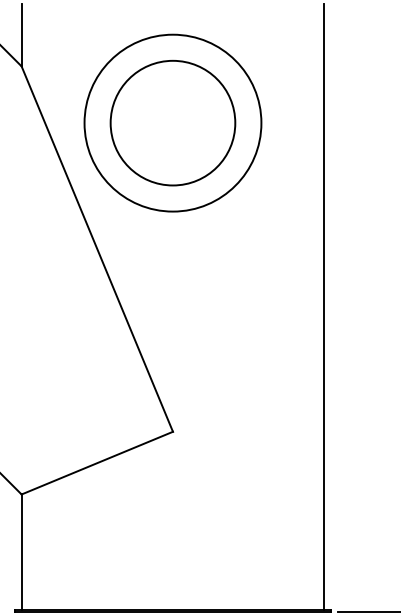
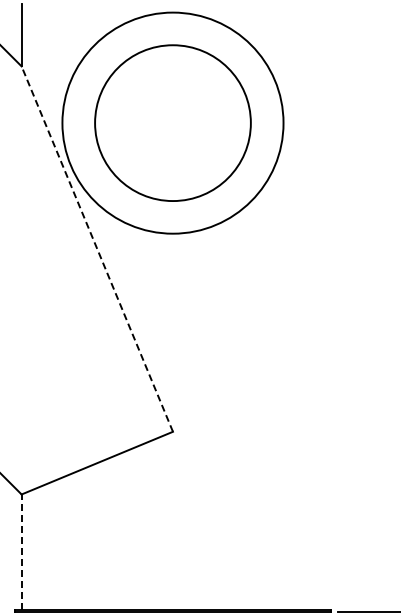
circle at (172, 122) diameter: 125 px -> 156 px
circle at (172, 122) diameter: 177 px -> 221 px
line at (97, 249): solid -> dashed
line at (324, 306): present -> none
line at (21, 552): solid -> dashed
